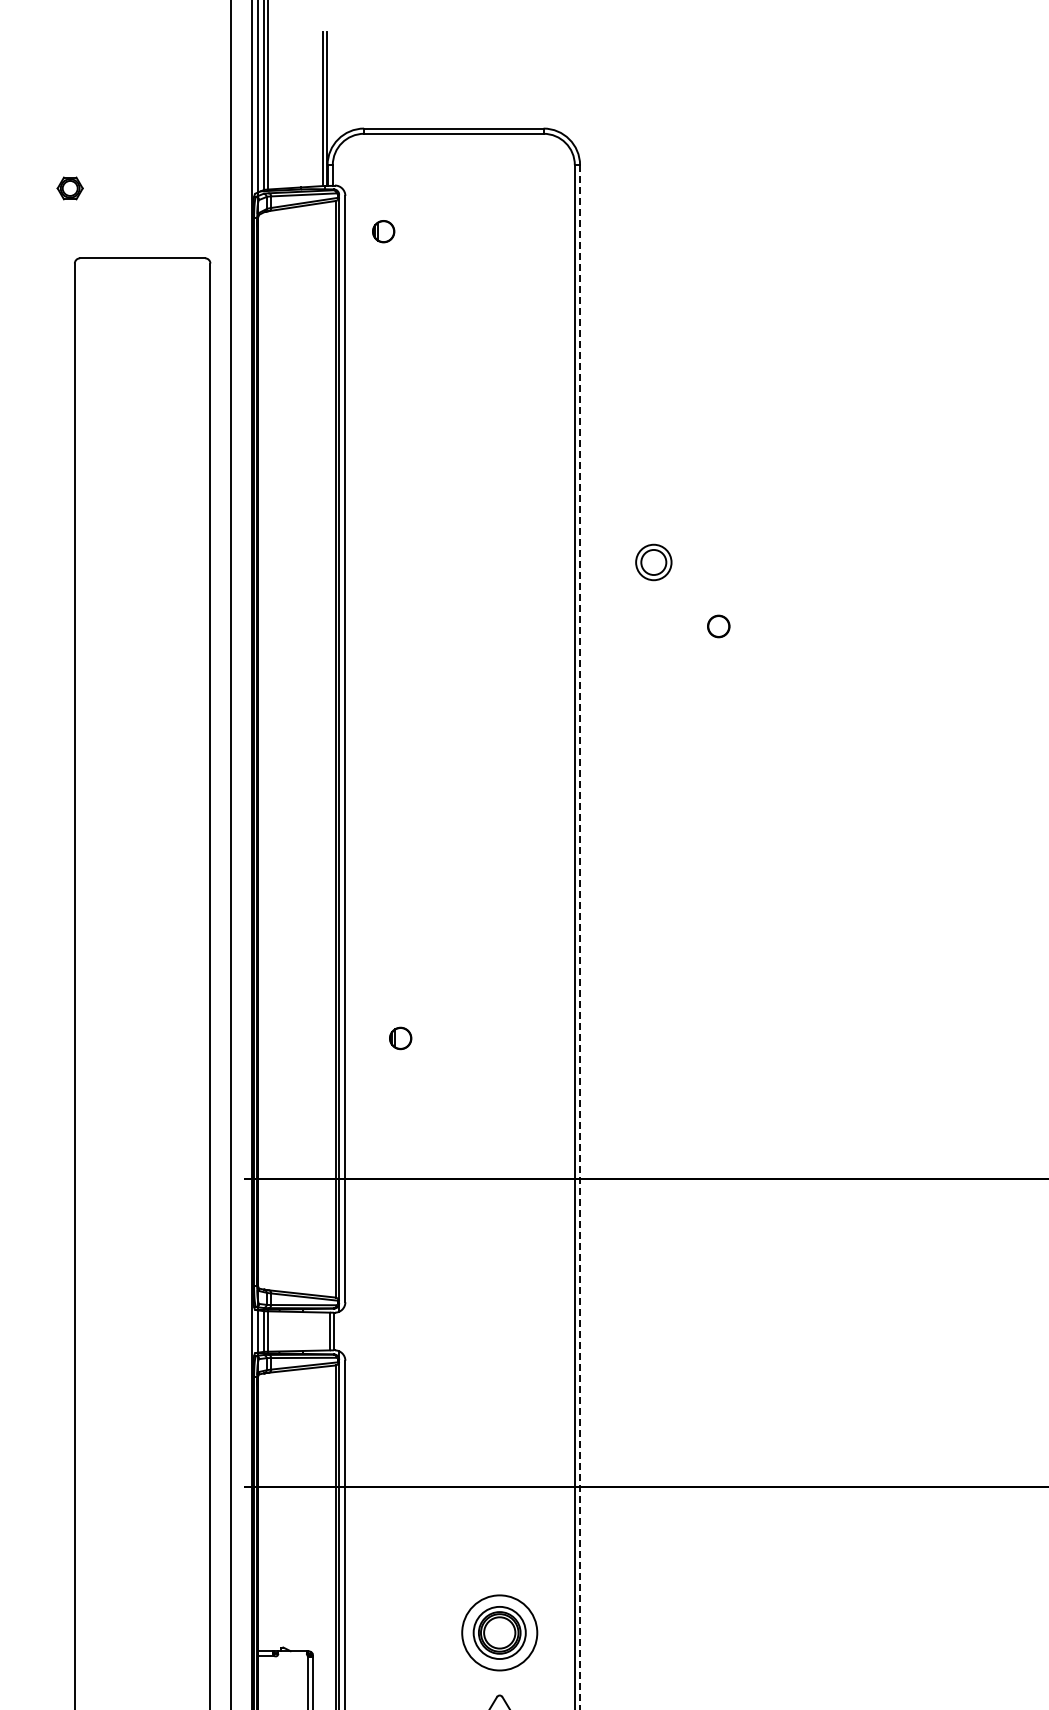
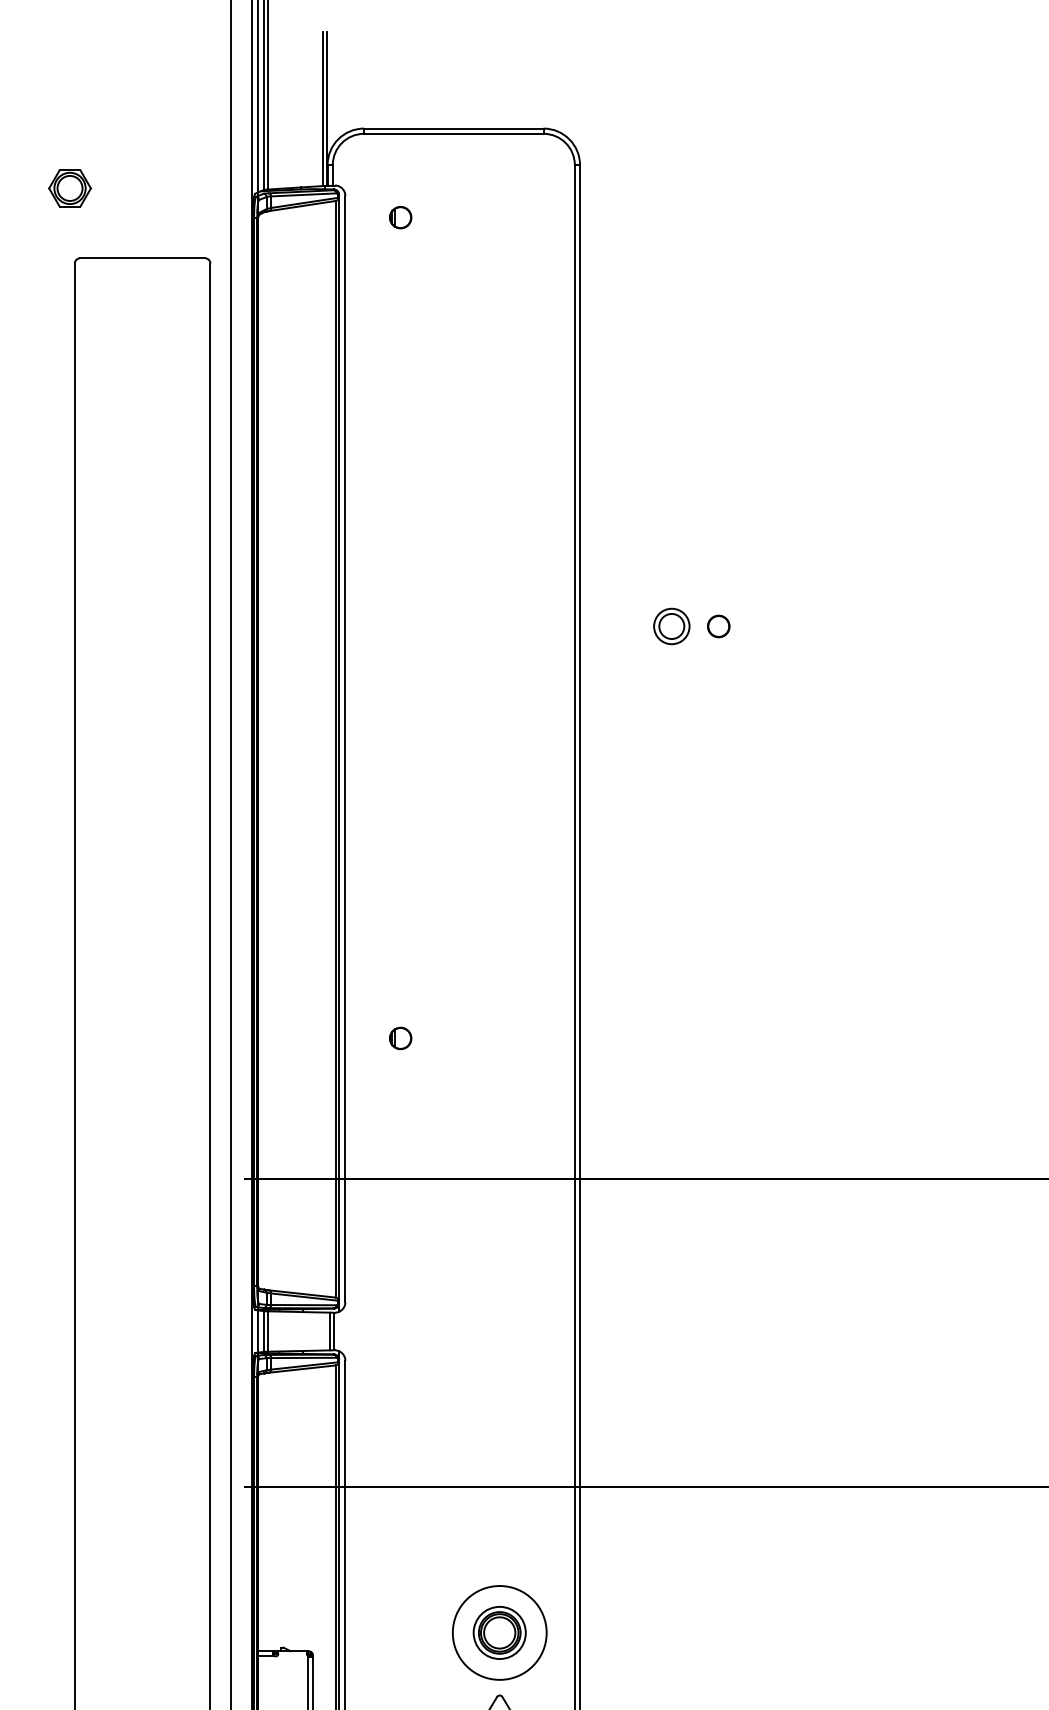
part at (69, 188) size: 28x25 px -> 45x39 px
part at (383, 231) position: (383, 231) -> (400, 217)
part at (653, 562) position: (653, 562) -> (671, 626)
line at (580, 937): dashed -> solid
circle at (499, 1632) diameter: 75 px -> 94 px
